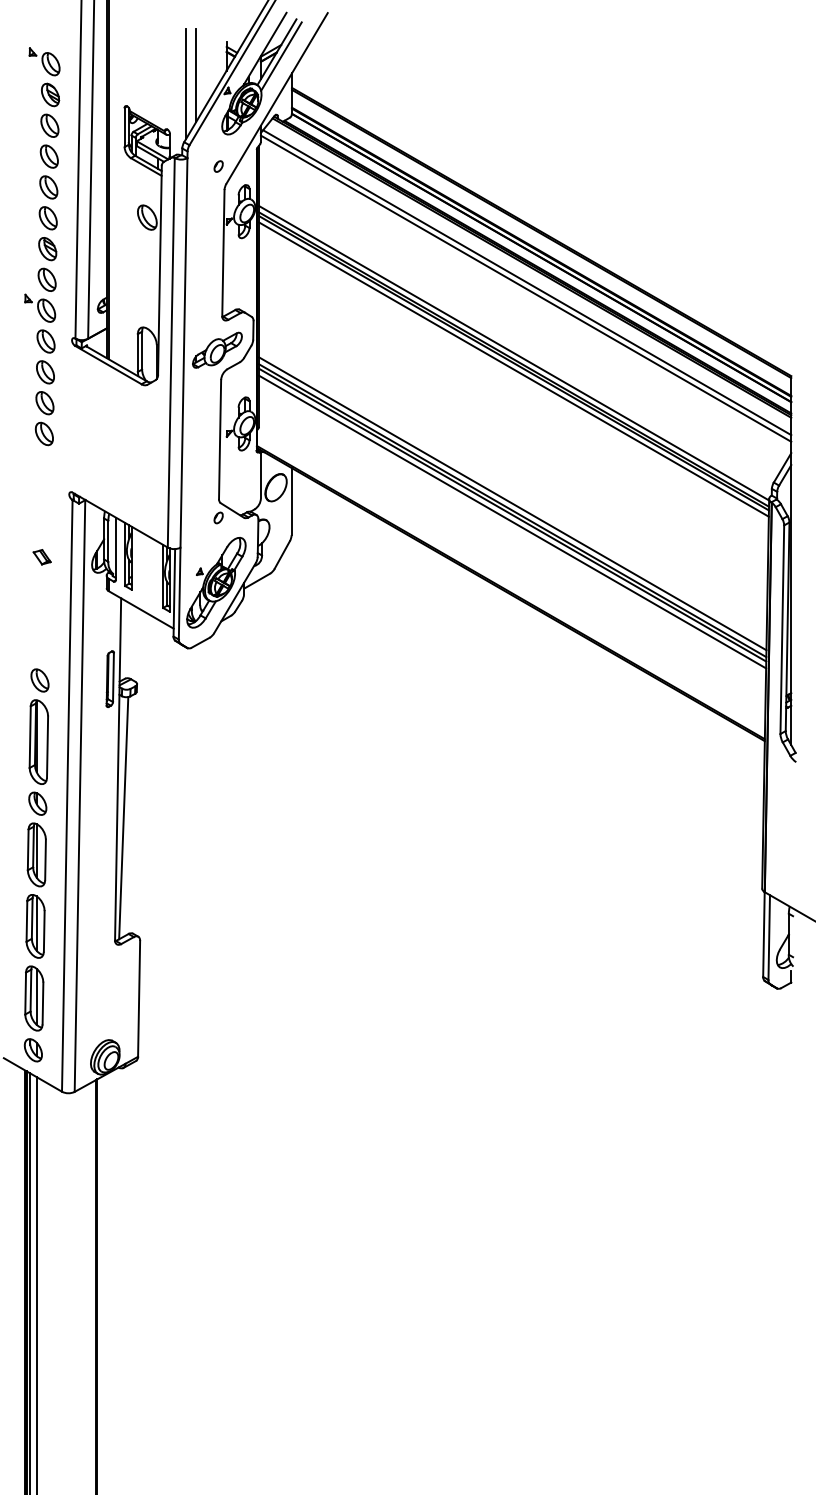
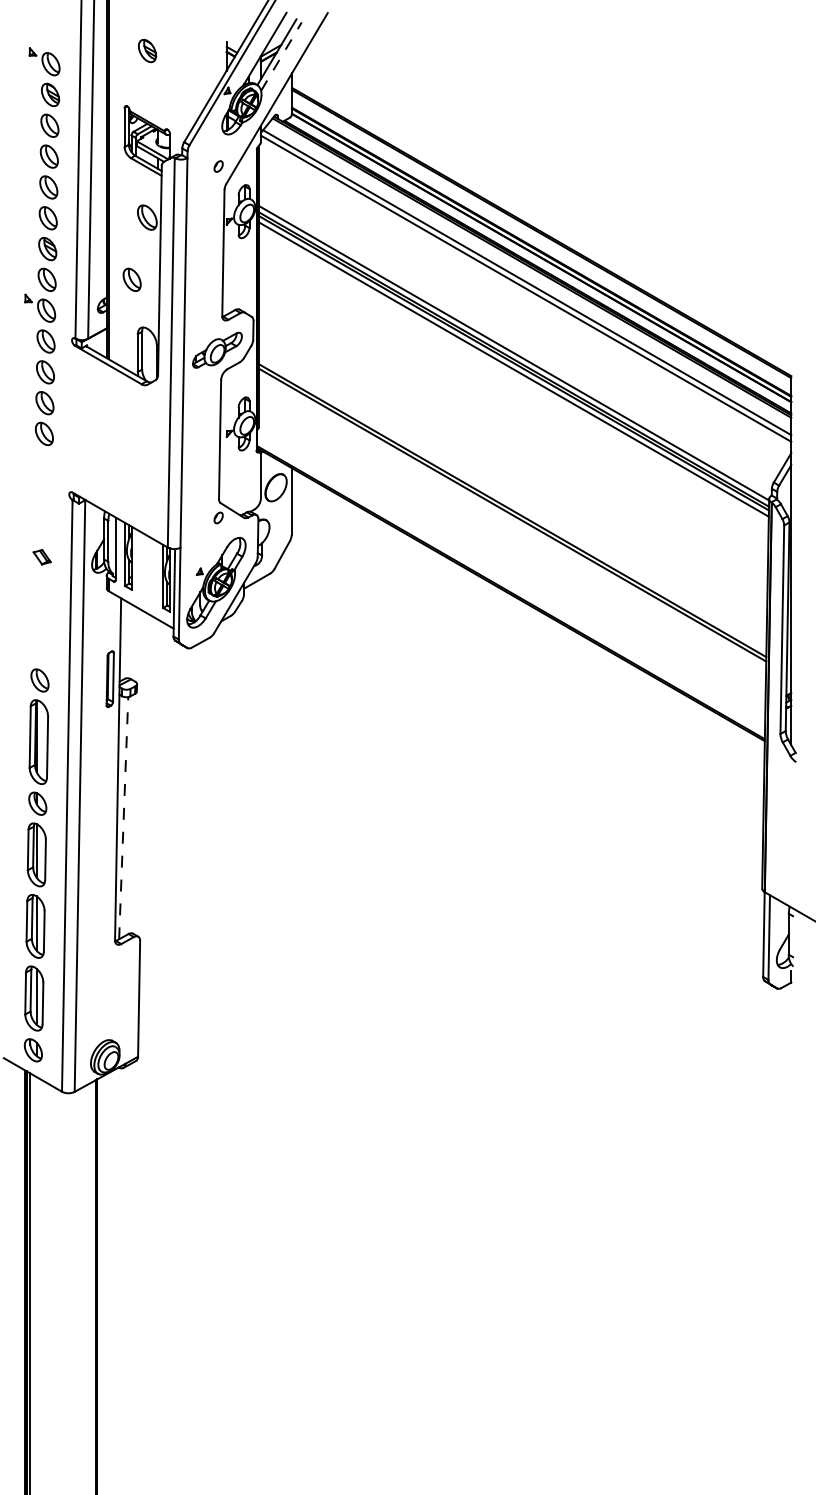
part at (147, 50): none -> present
line at (281, 56): solid -> dashed
line at (196, 74): present -> none
line at (185, 83): present -> none
part at (131, 279): none -> present
line at (512, 503): present -> none
line at (512, 521): present -> none
line at (123, 817): solid -> dashed
line at (36, 1284): present -> none
